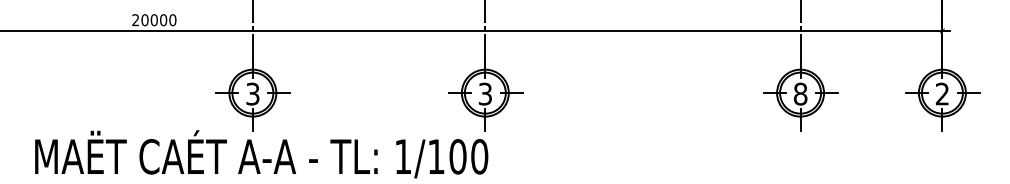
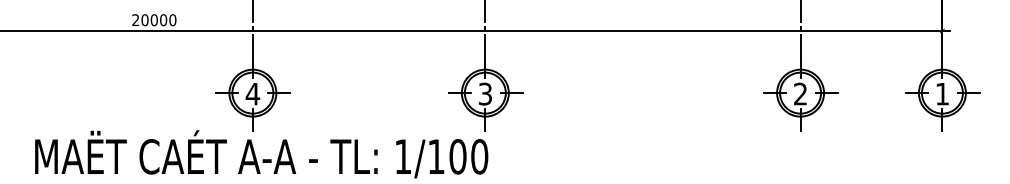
text at (252, 93): 3 -> 4
text at (800, 93): 8 -> 2
text at (941, 93): 2 -> 1
